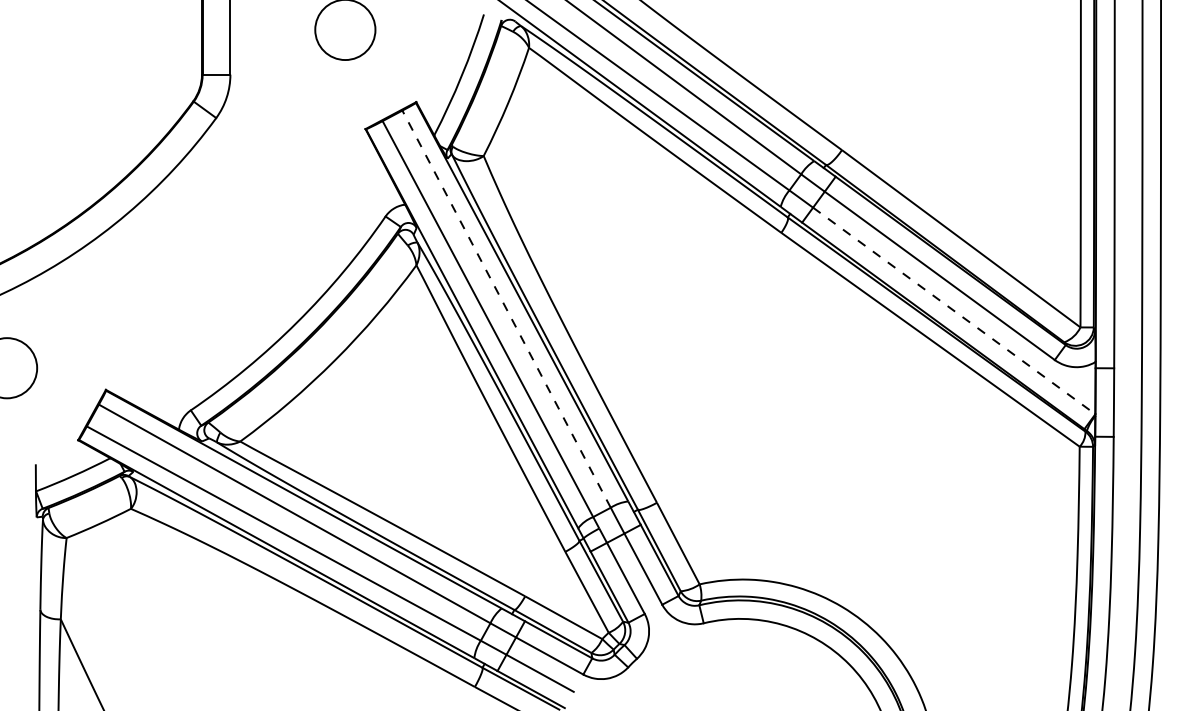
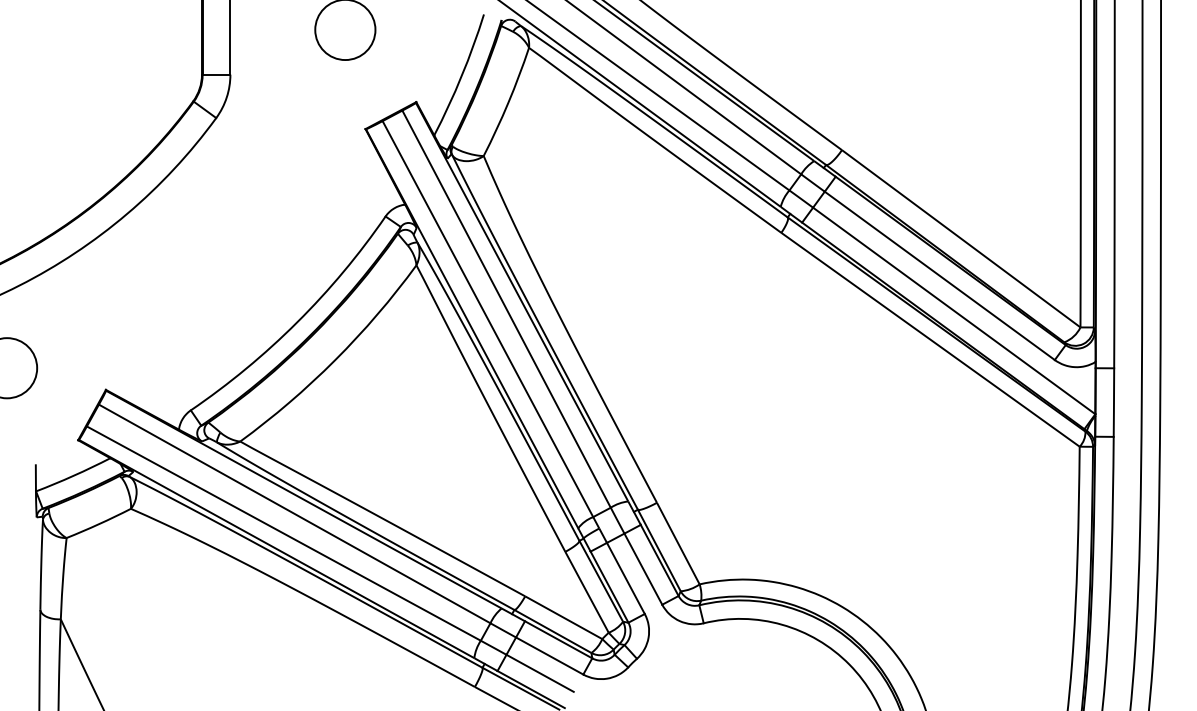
line at (506, 308): dashed -> solid
line at (954, 310): dashed -> solid
